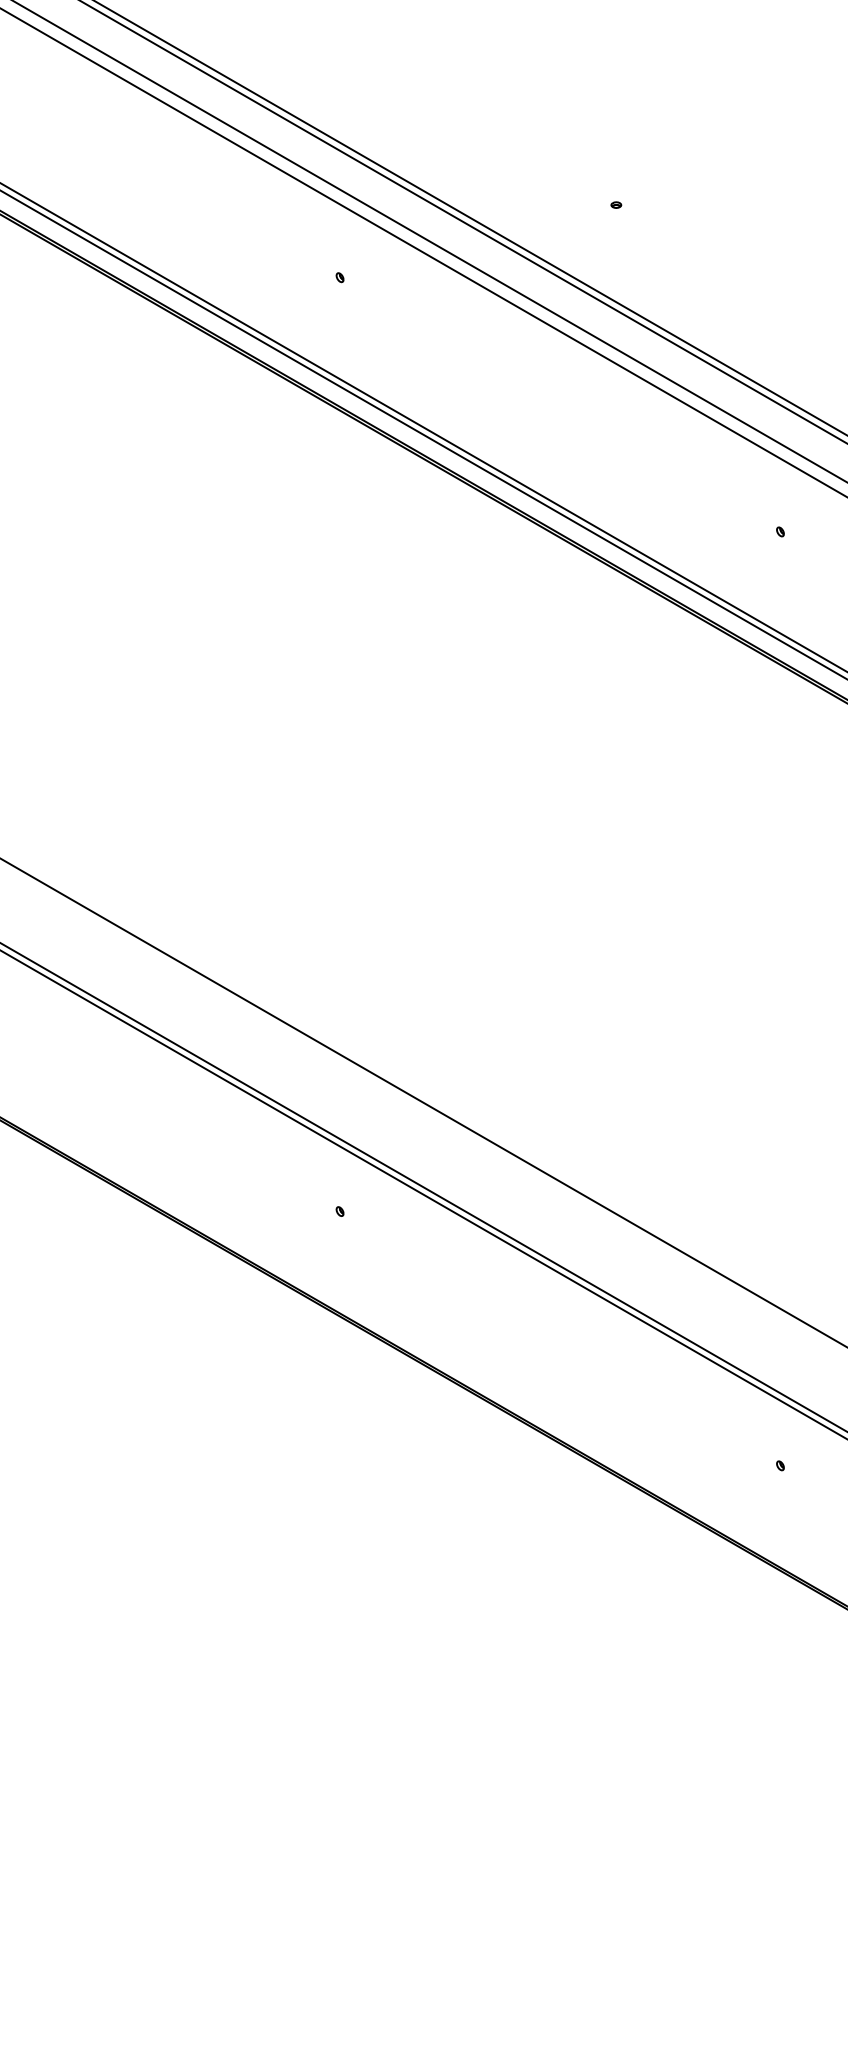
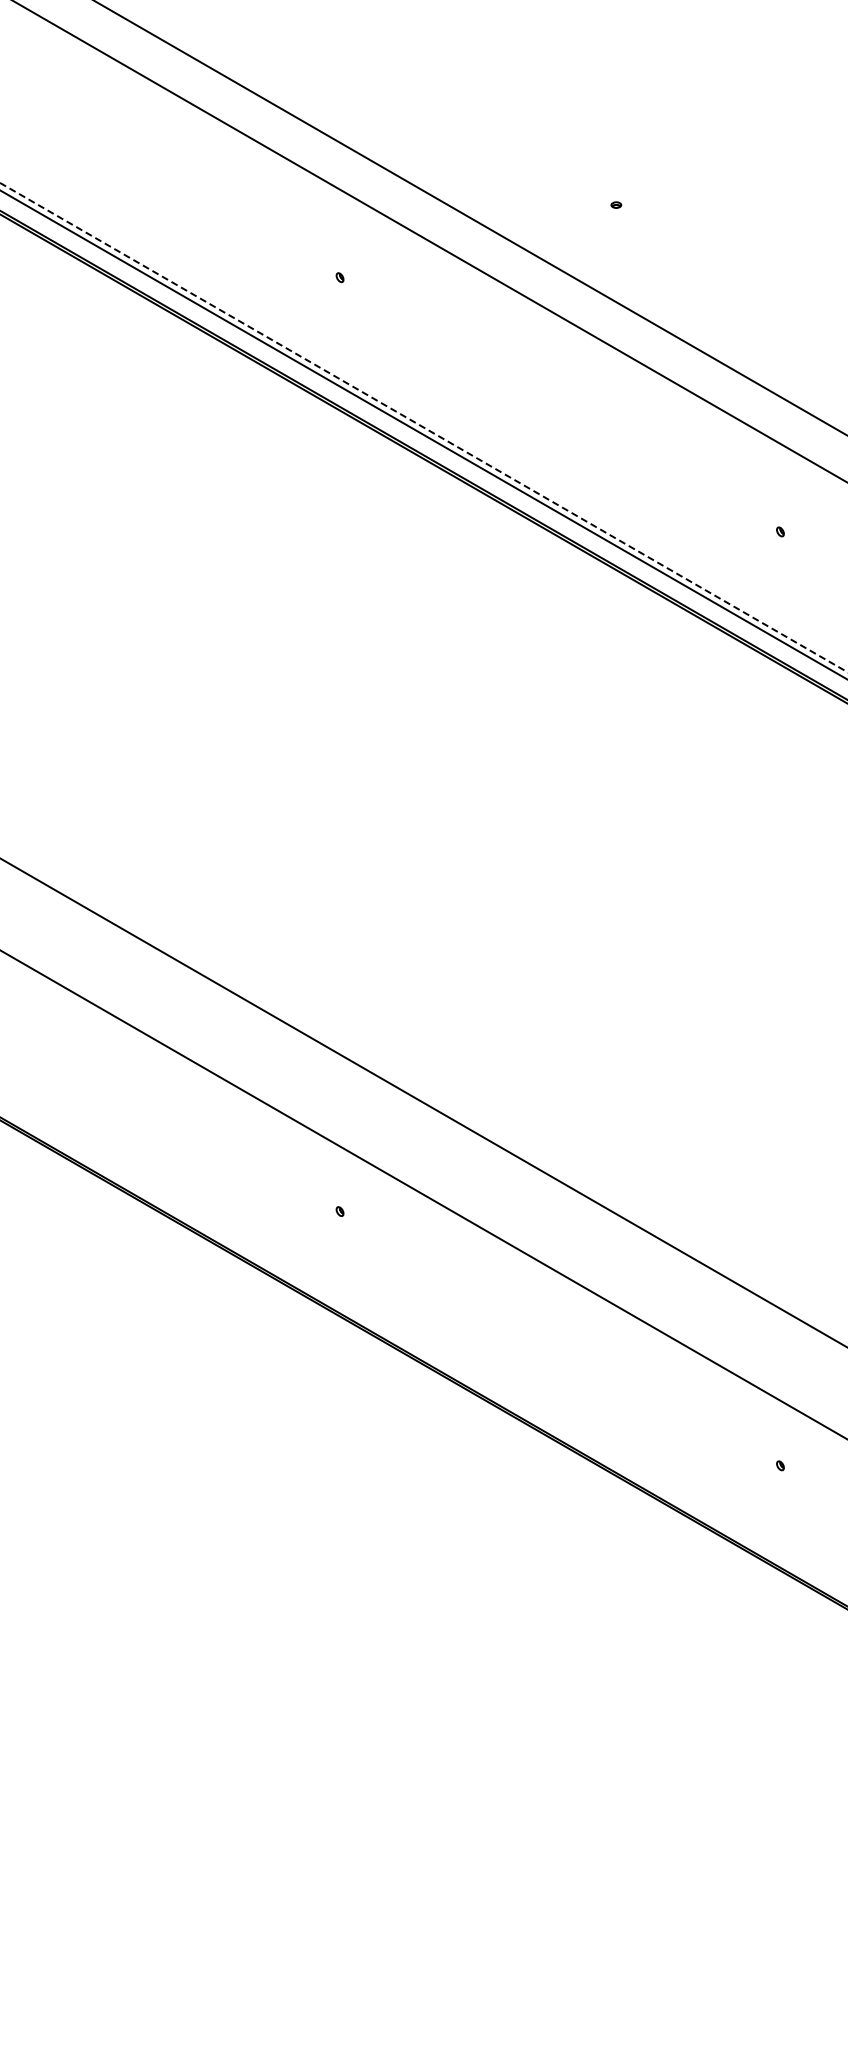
line at (463, 222): present -> none
line at (423, 252): present -> none
line at (423, 427): solid -> dashed
line at (423, 1187): present -> none
